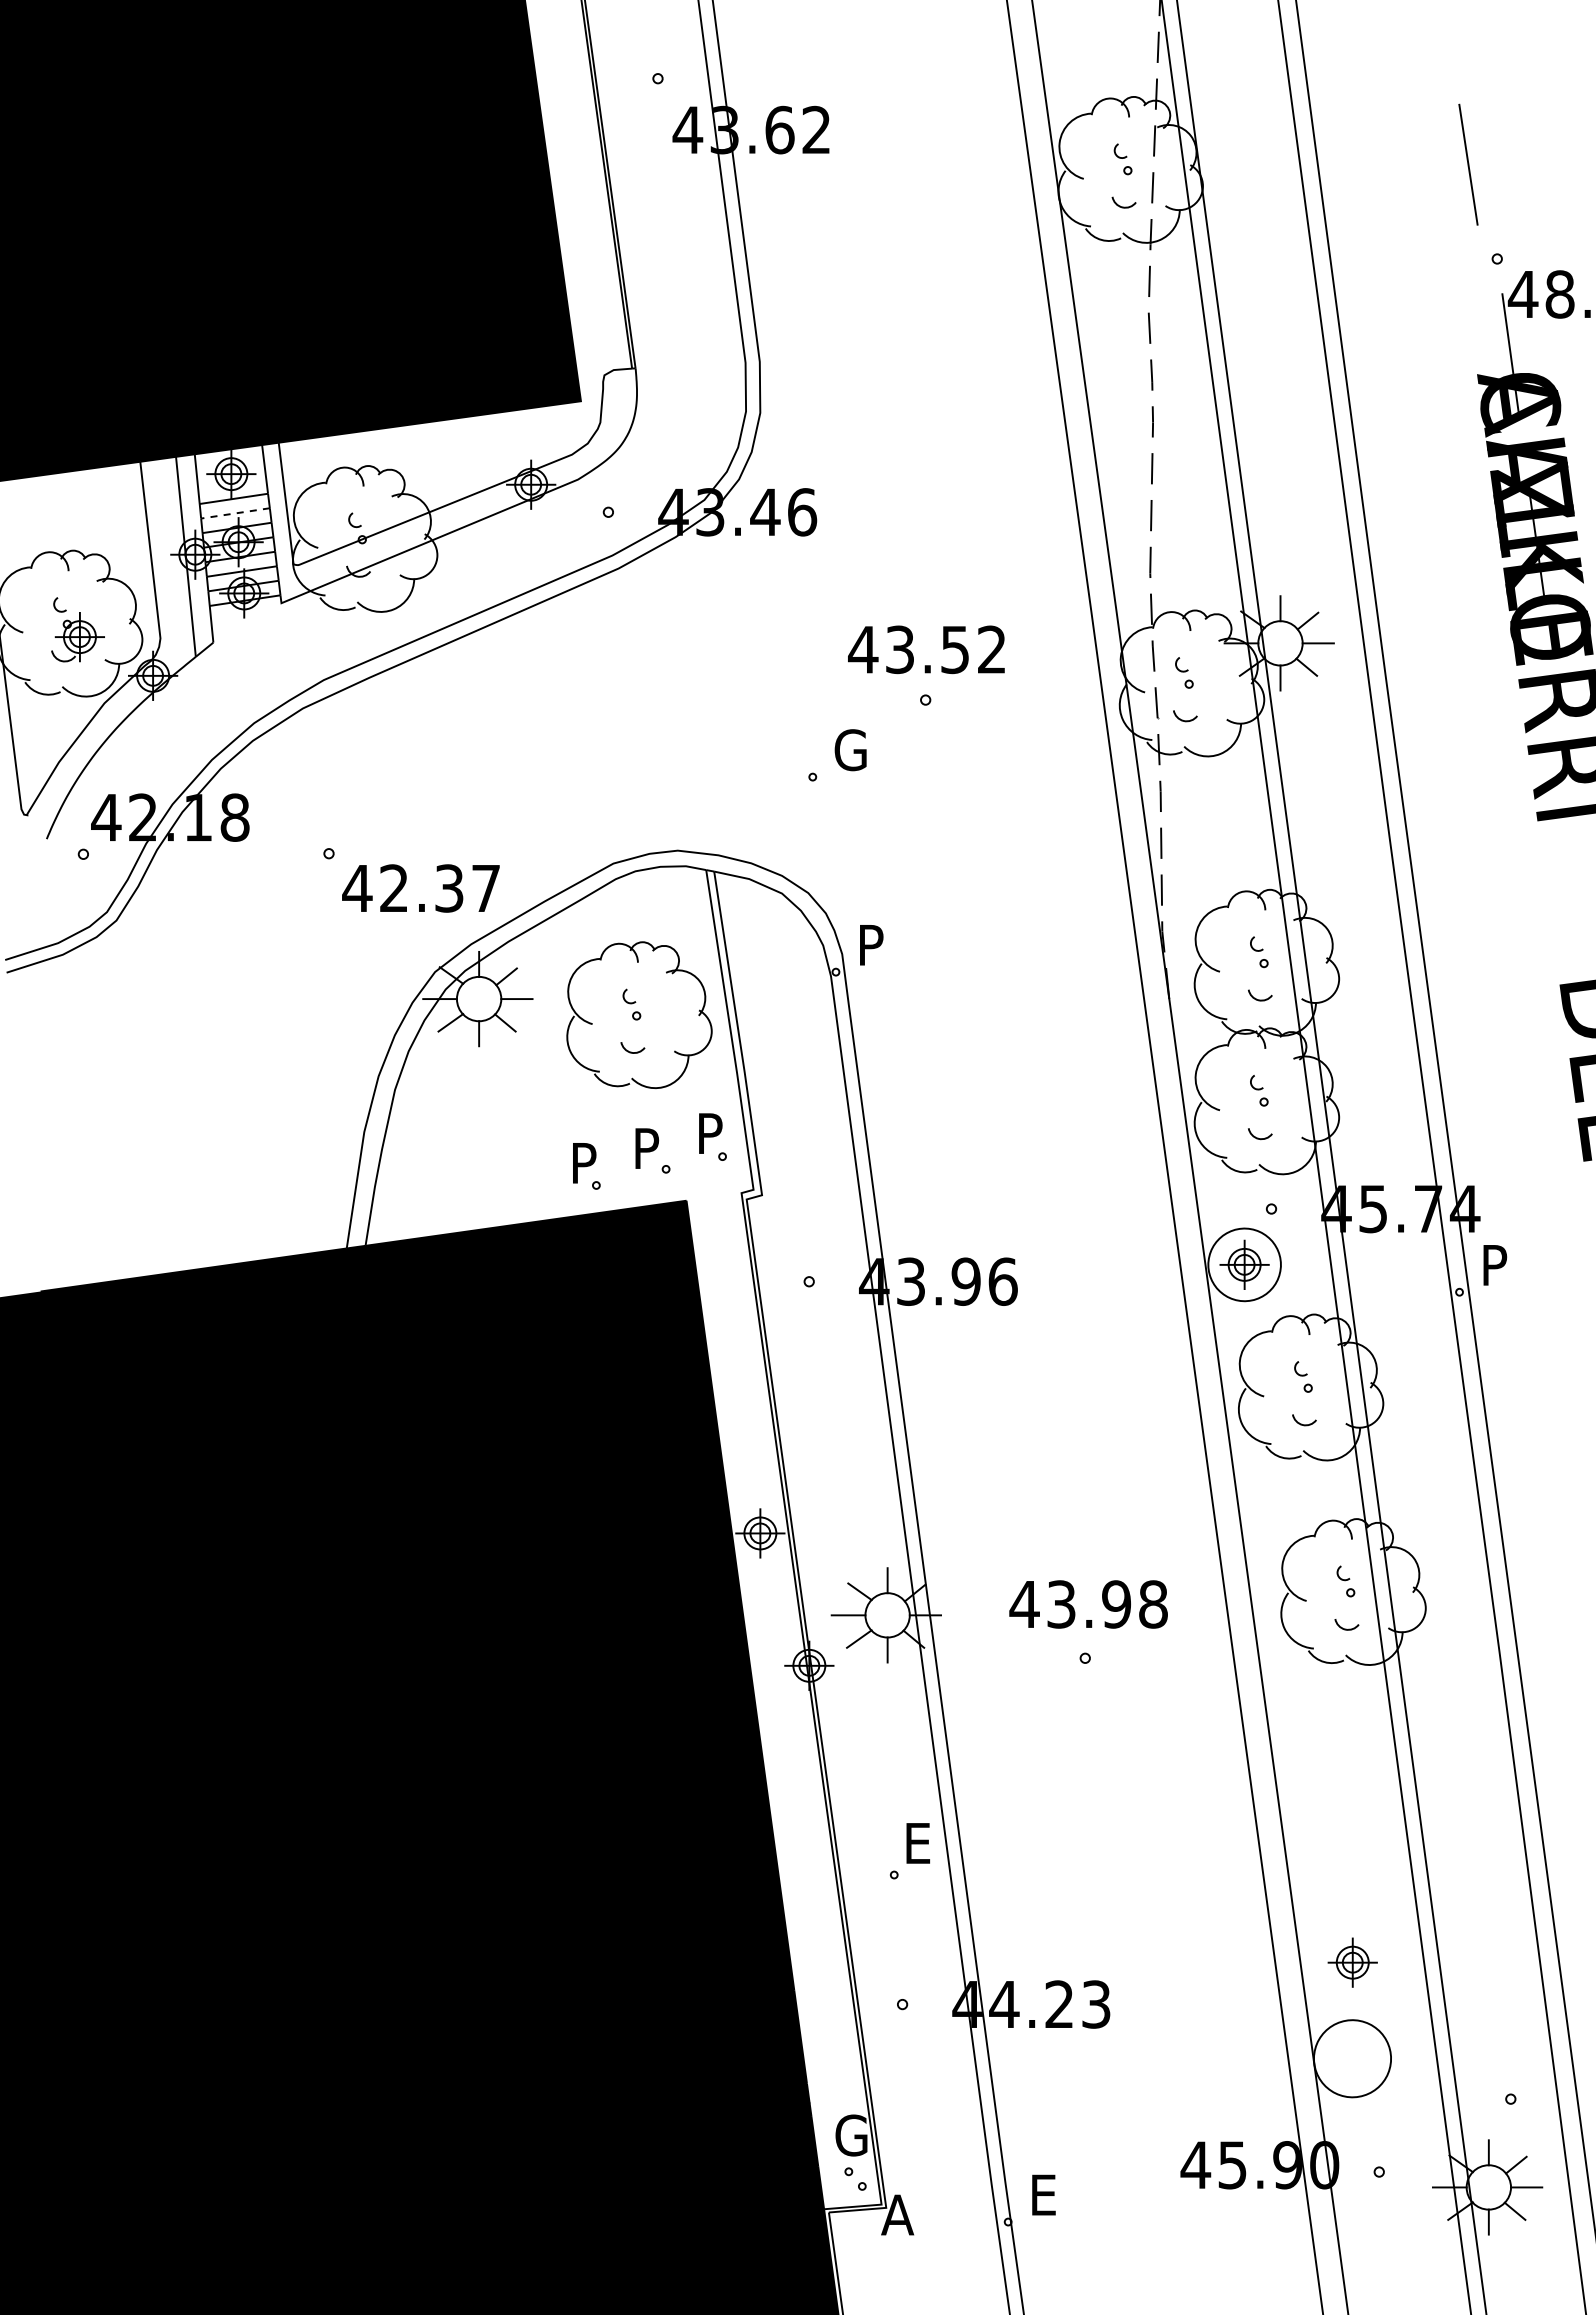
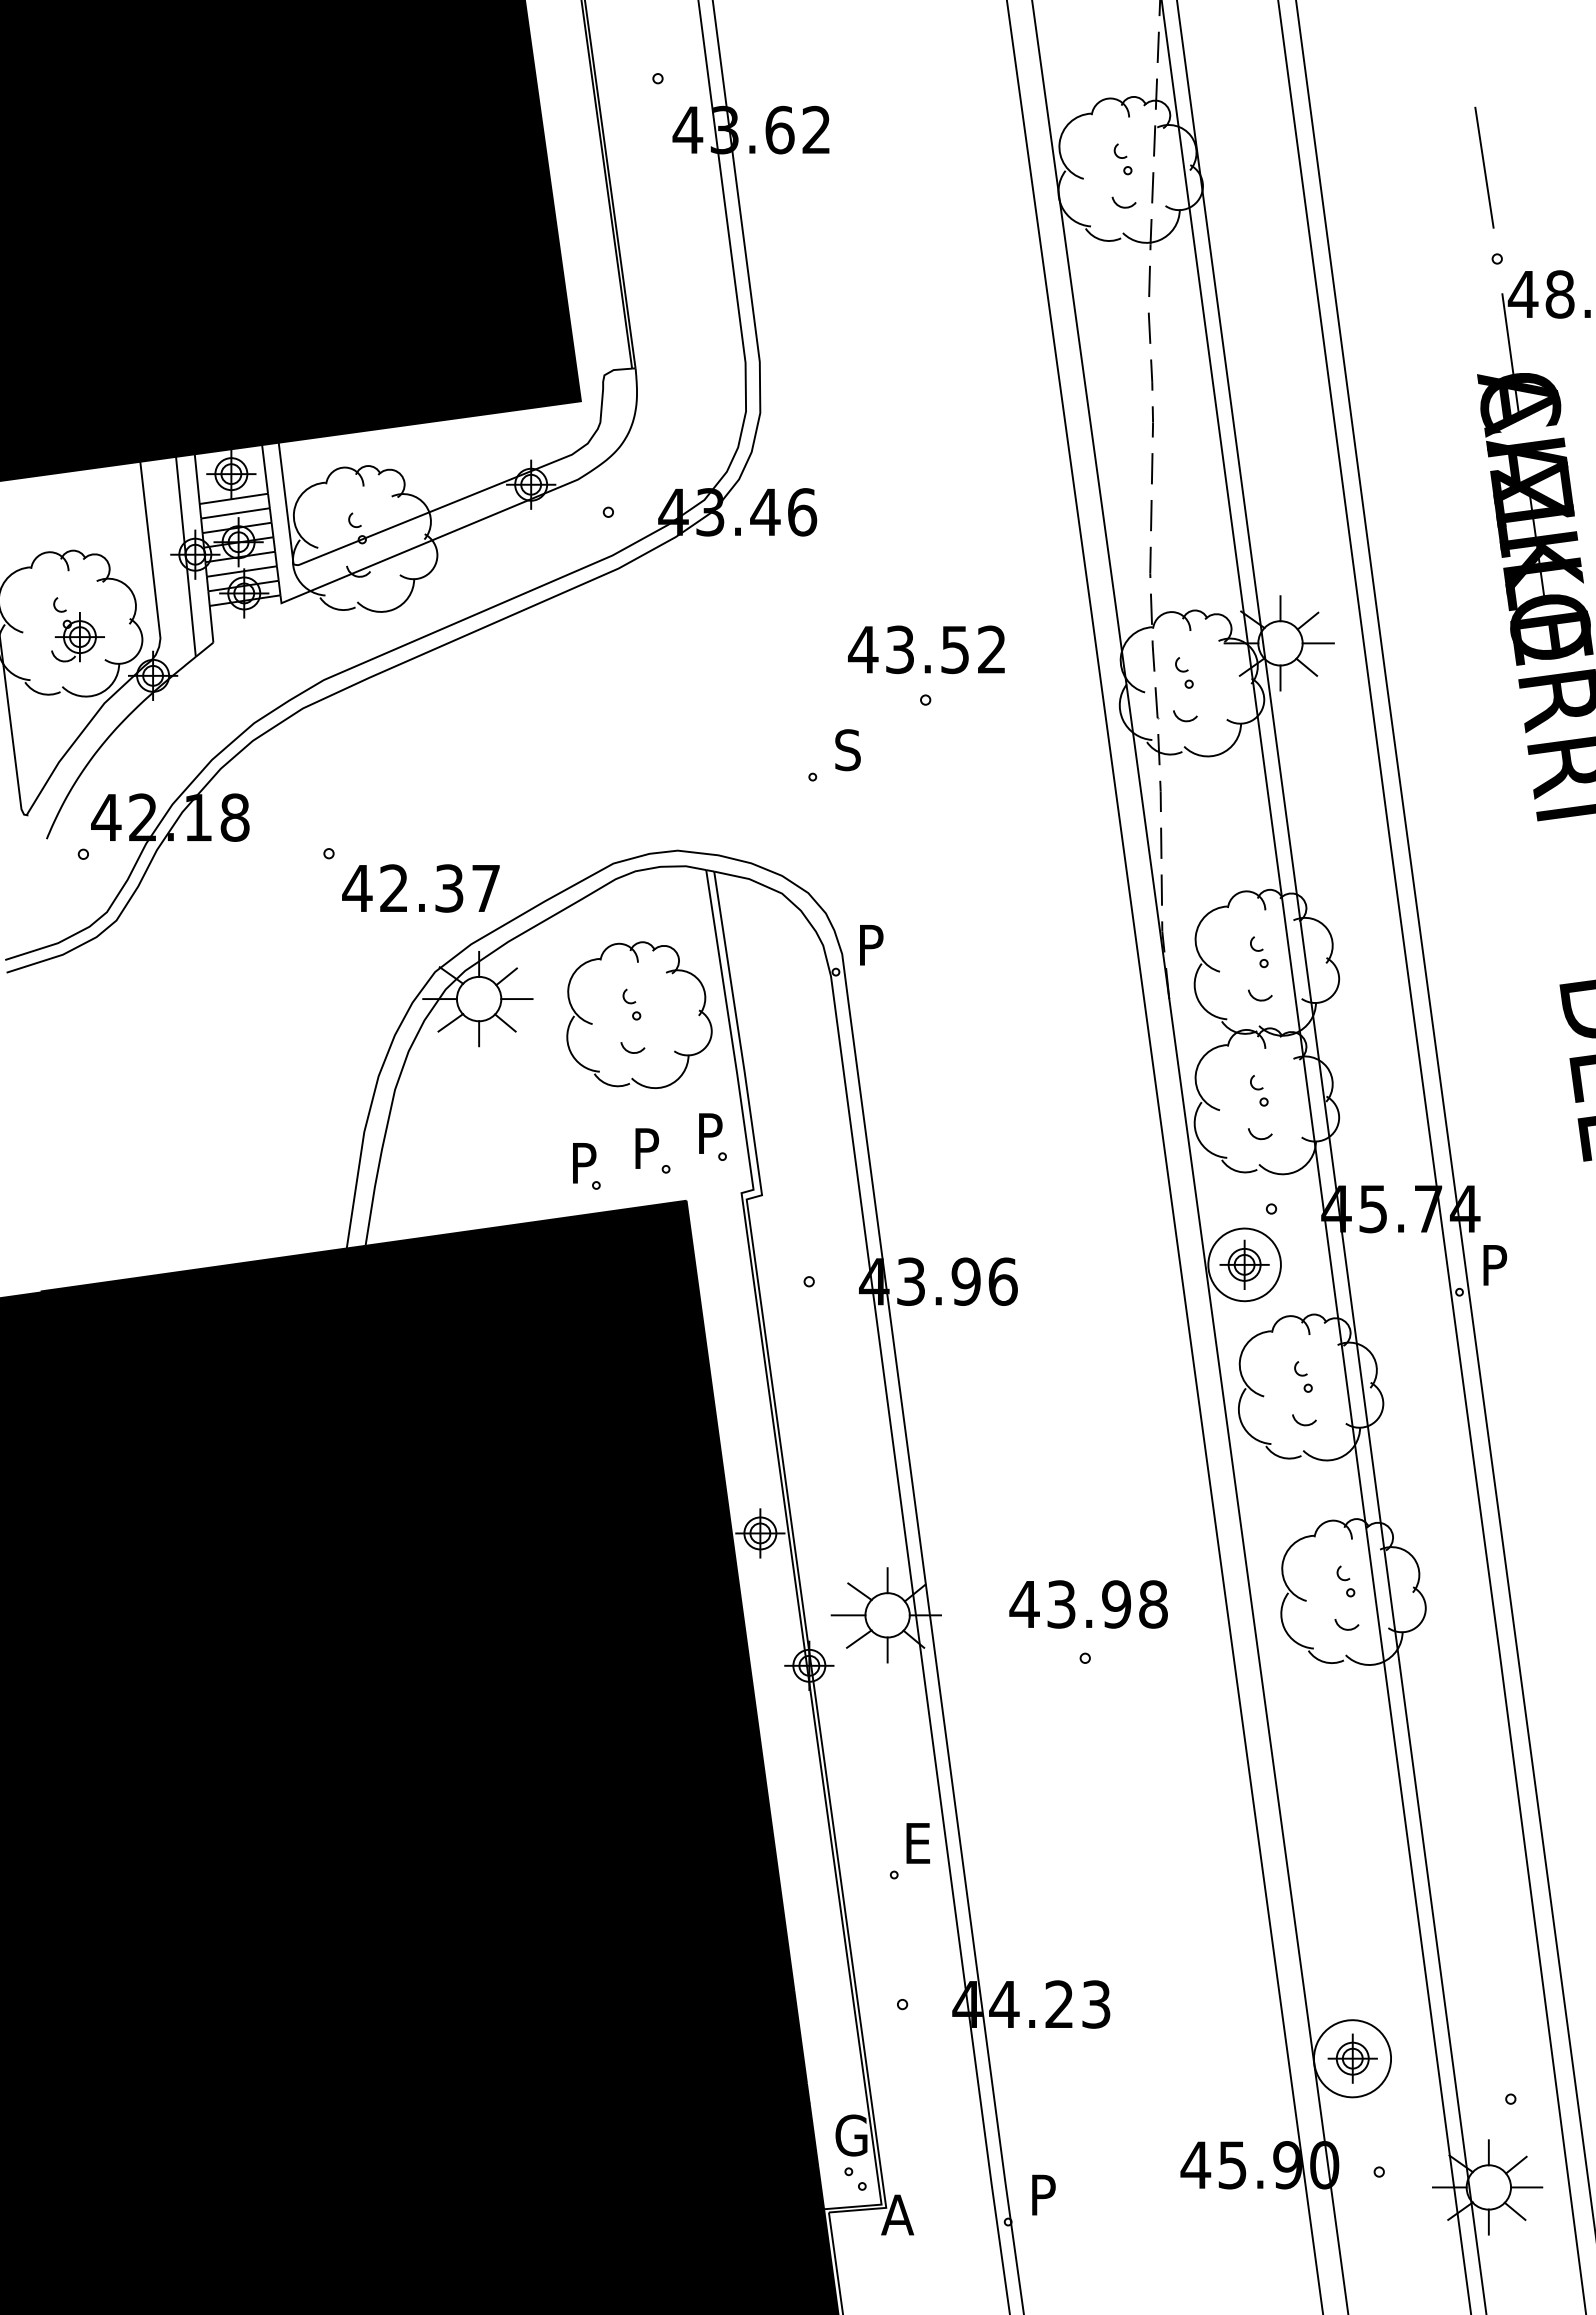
line at (1468, 164) position: (1468, 164) -> (1484, 167)
line at (235, 513): dashed -> solid
text at (850, 750): G -> S
part at (1352, 1962) position: (1352, 1962) -> (1352, 2058)
text at (1046, 2194): E -> P
